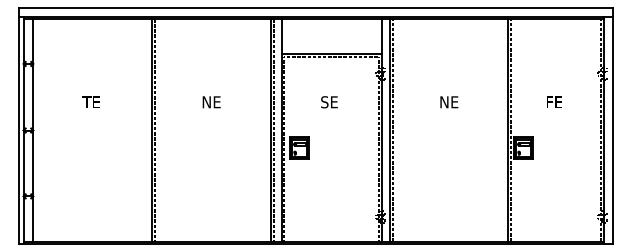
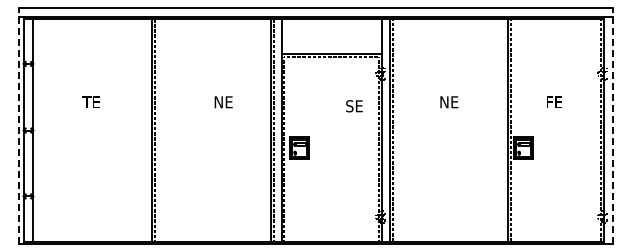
text at (211, 102) position: (211, 102) -> (223, 102)
text at (329, 102) position: (329, 102) -> (354, 106)
line at (18, 125): solid -> dashed
line at (613, 125): solid -> dashed
